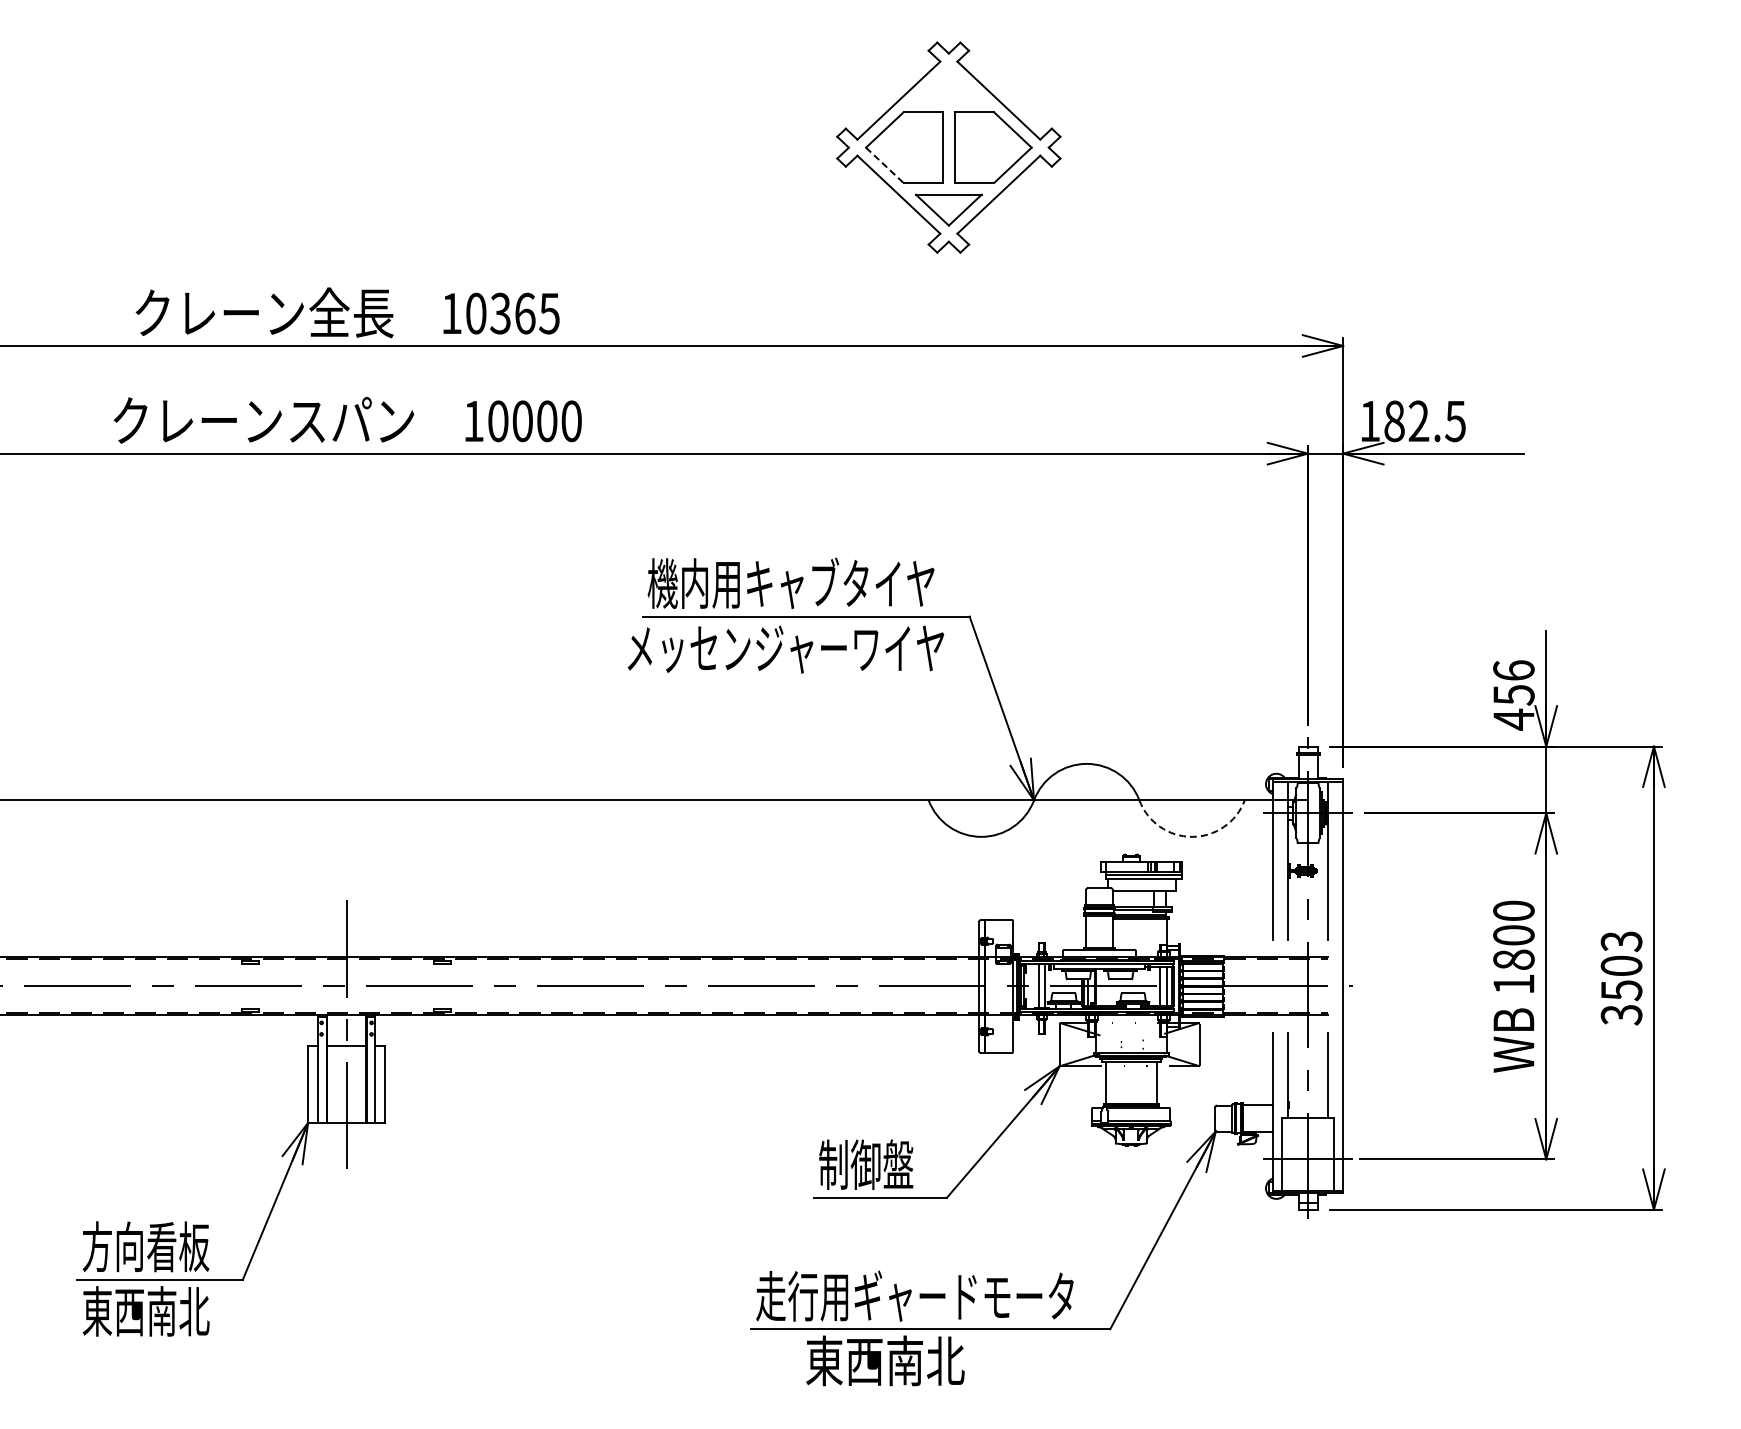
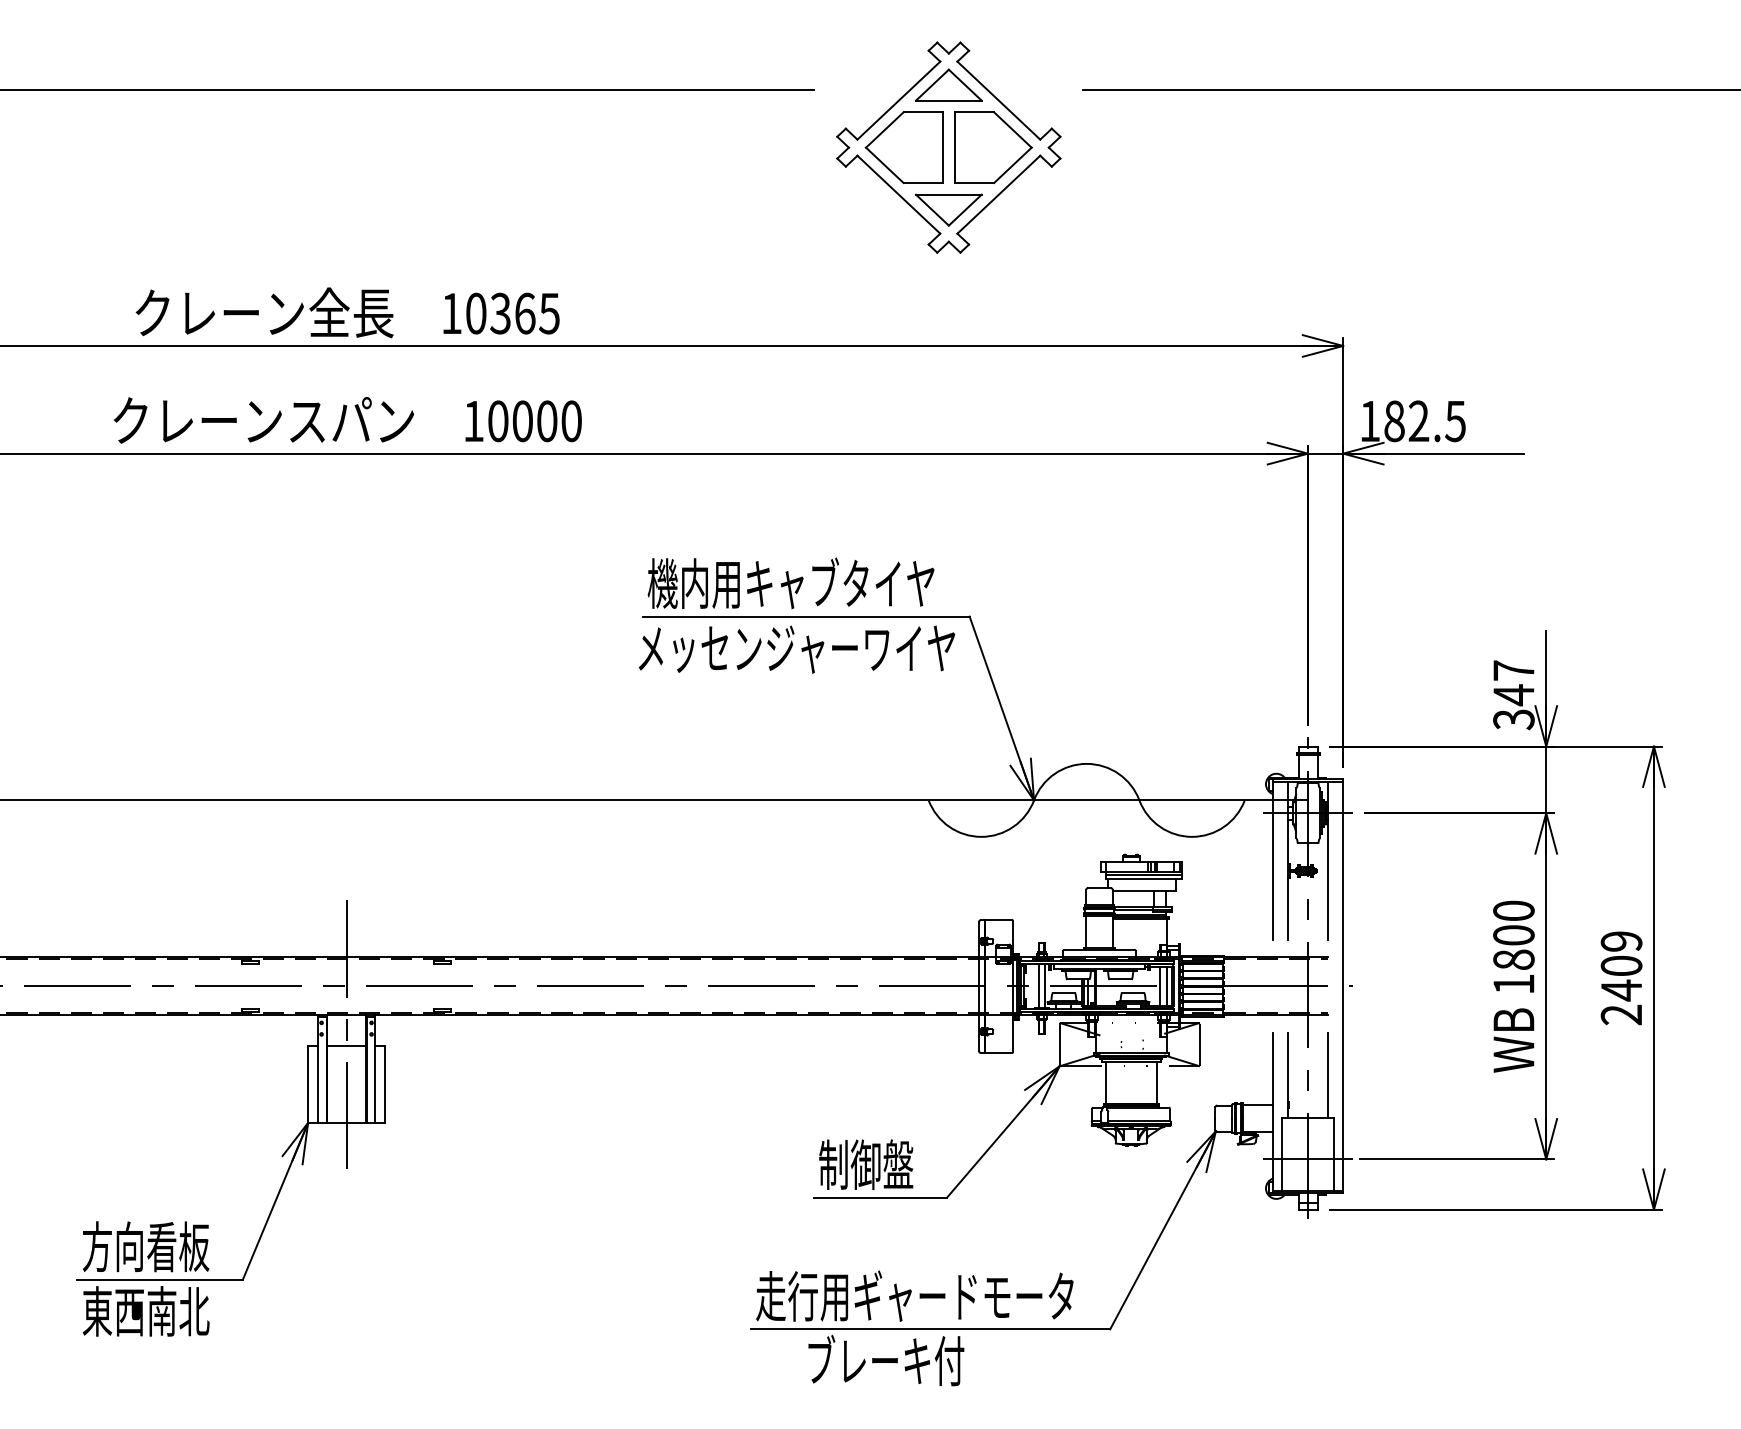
part at (948, 84): none -> present
line at (408, 90): none -> present
line at (1410, 90): none -> present
line at (884, 165): dashed -> solid
text at (785, 649) position: (785, 649) -> (796, 649)
text at (1513, 695): 456 -> 347
arc at (1192, 836): dashed -> solid
text at (1621, 978): 3503 -> 2409
text at (885, 1360): 東西南北 -> ブレーキ付
